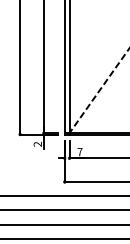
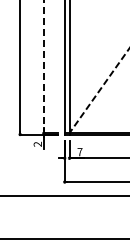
line at (43, 65): solid -> dashed
line at (64, 210): present -> none
line at (64, 224): present -> none
